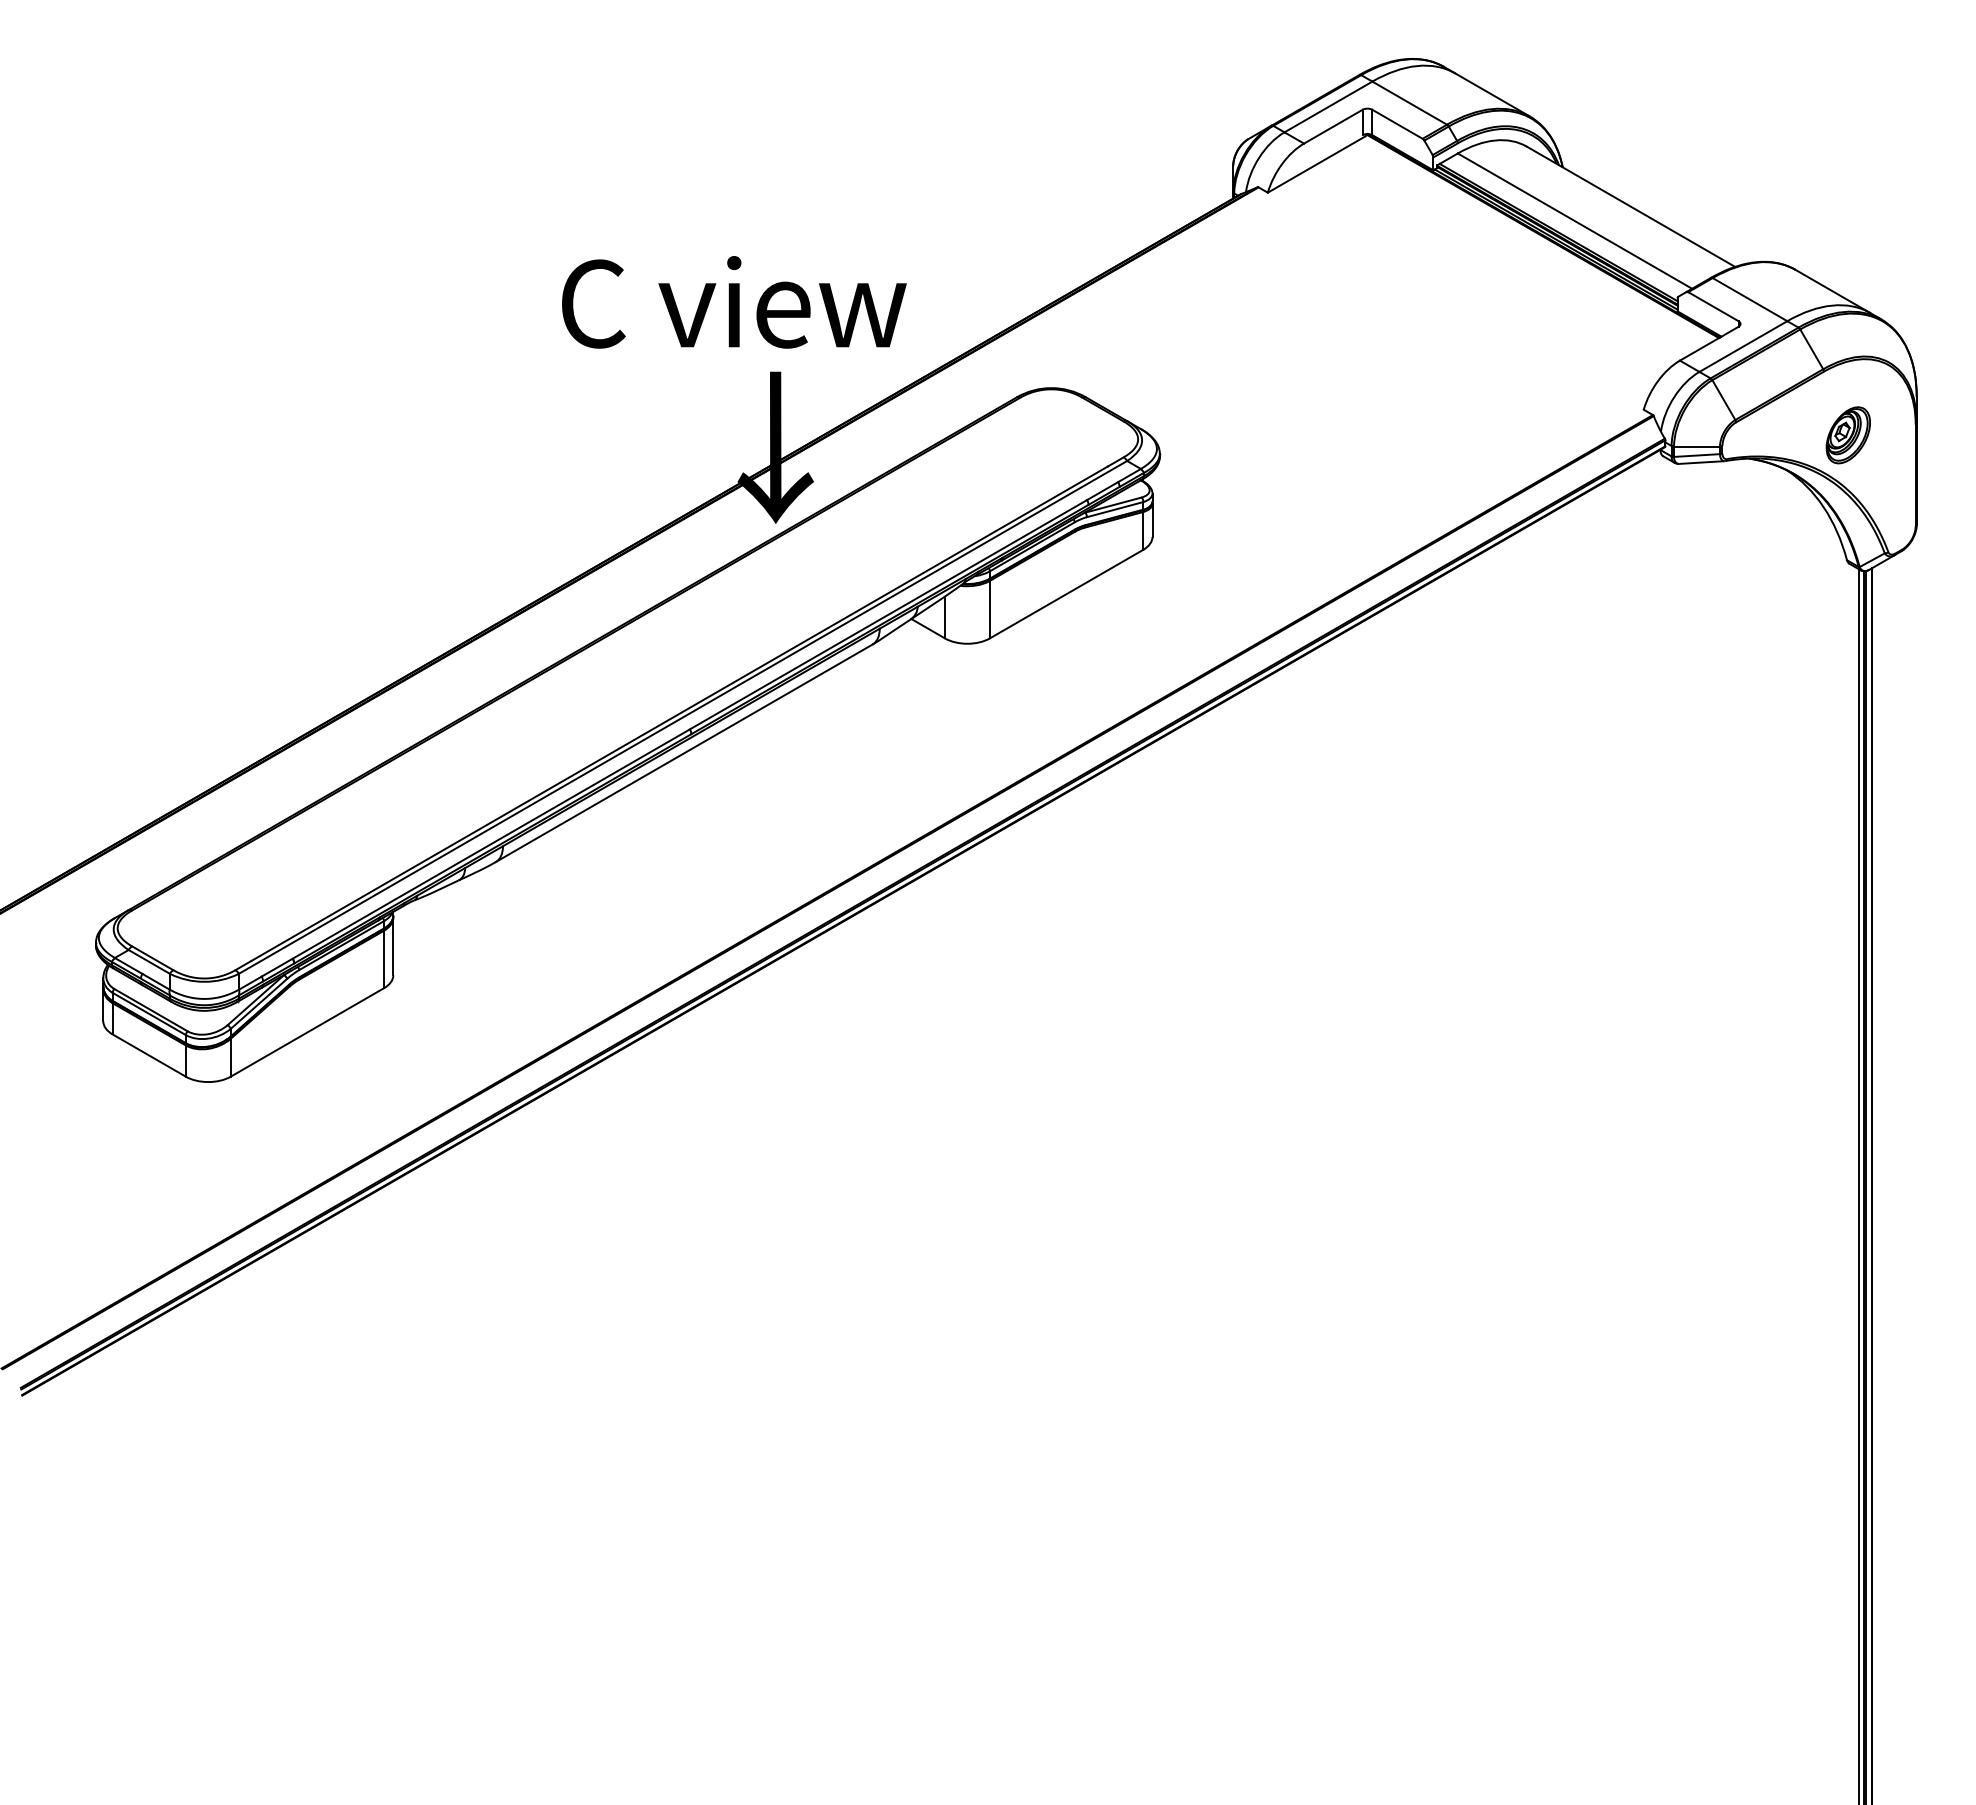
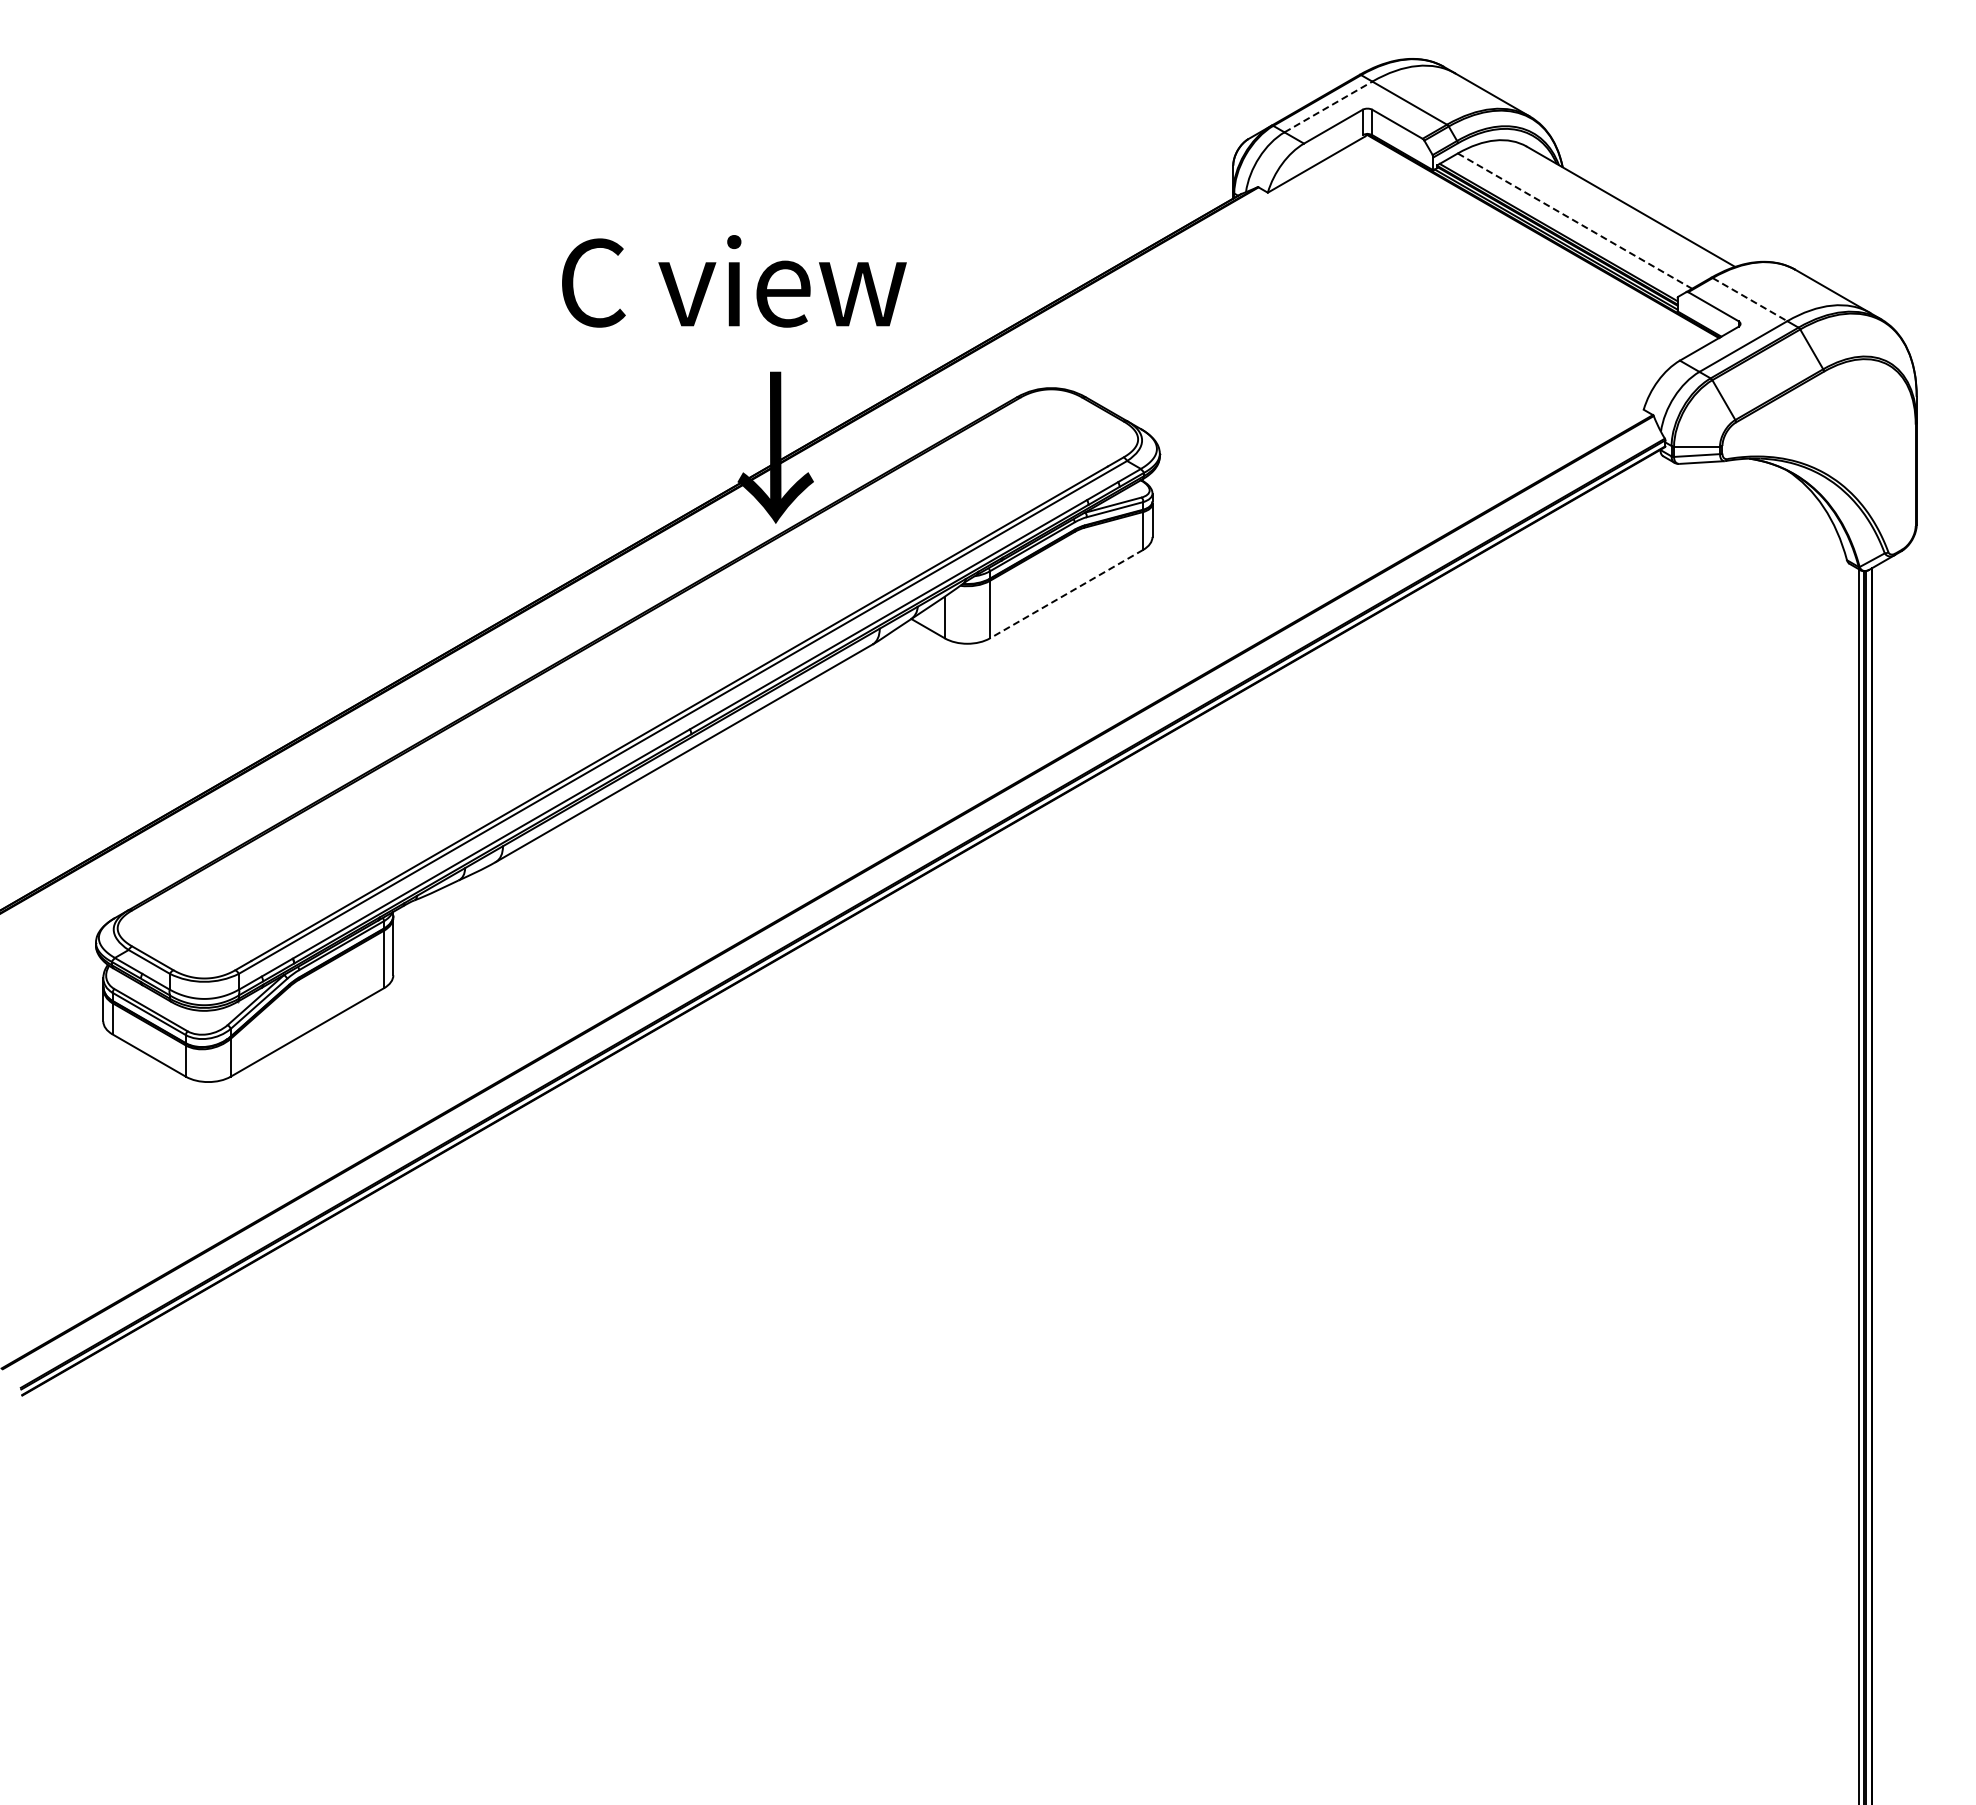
line at (1328, 106): solid -> dashed
line at (1575, 221): solid -> dashed
line at (1750, 299): solid -> dashed
text at (734, 302) position: (734, 302) -> (734, 281)
part at (1847, 435): present -> none
line at (1066, 594): solid -> dashed
